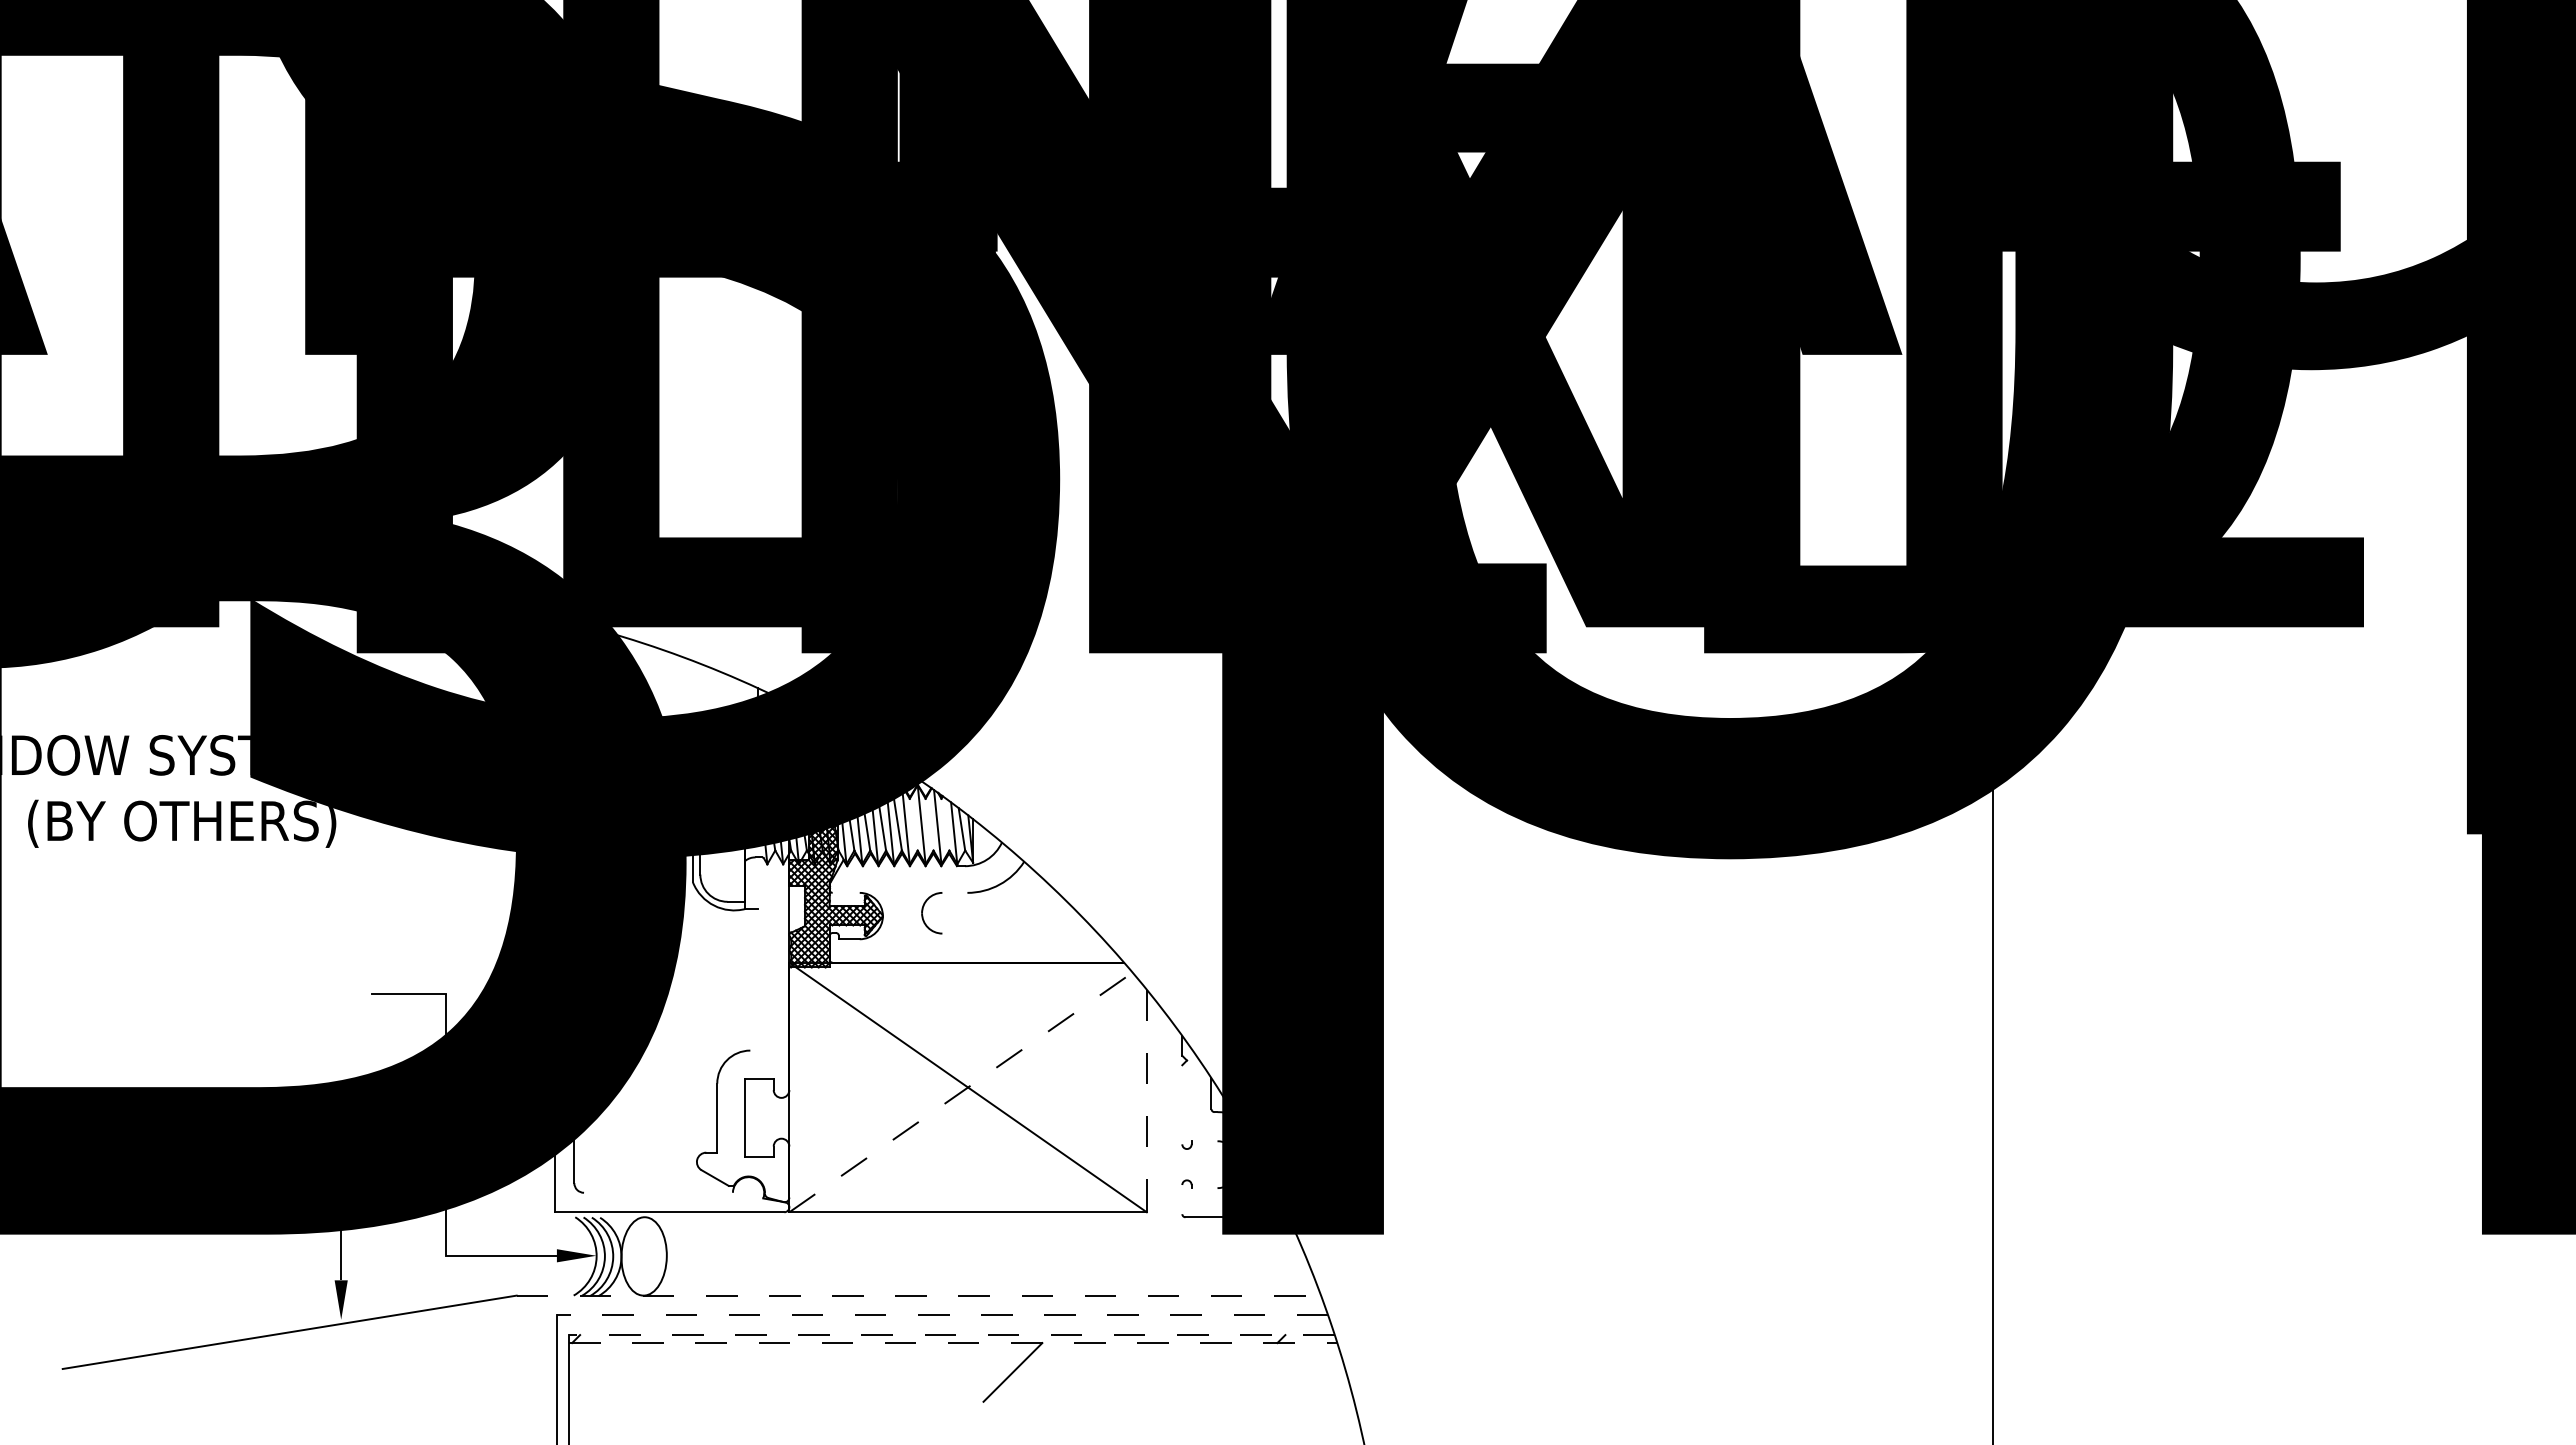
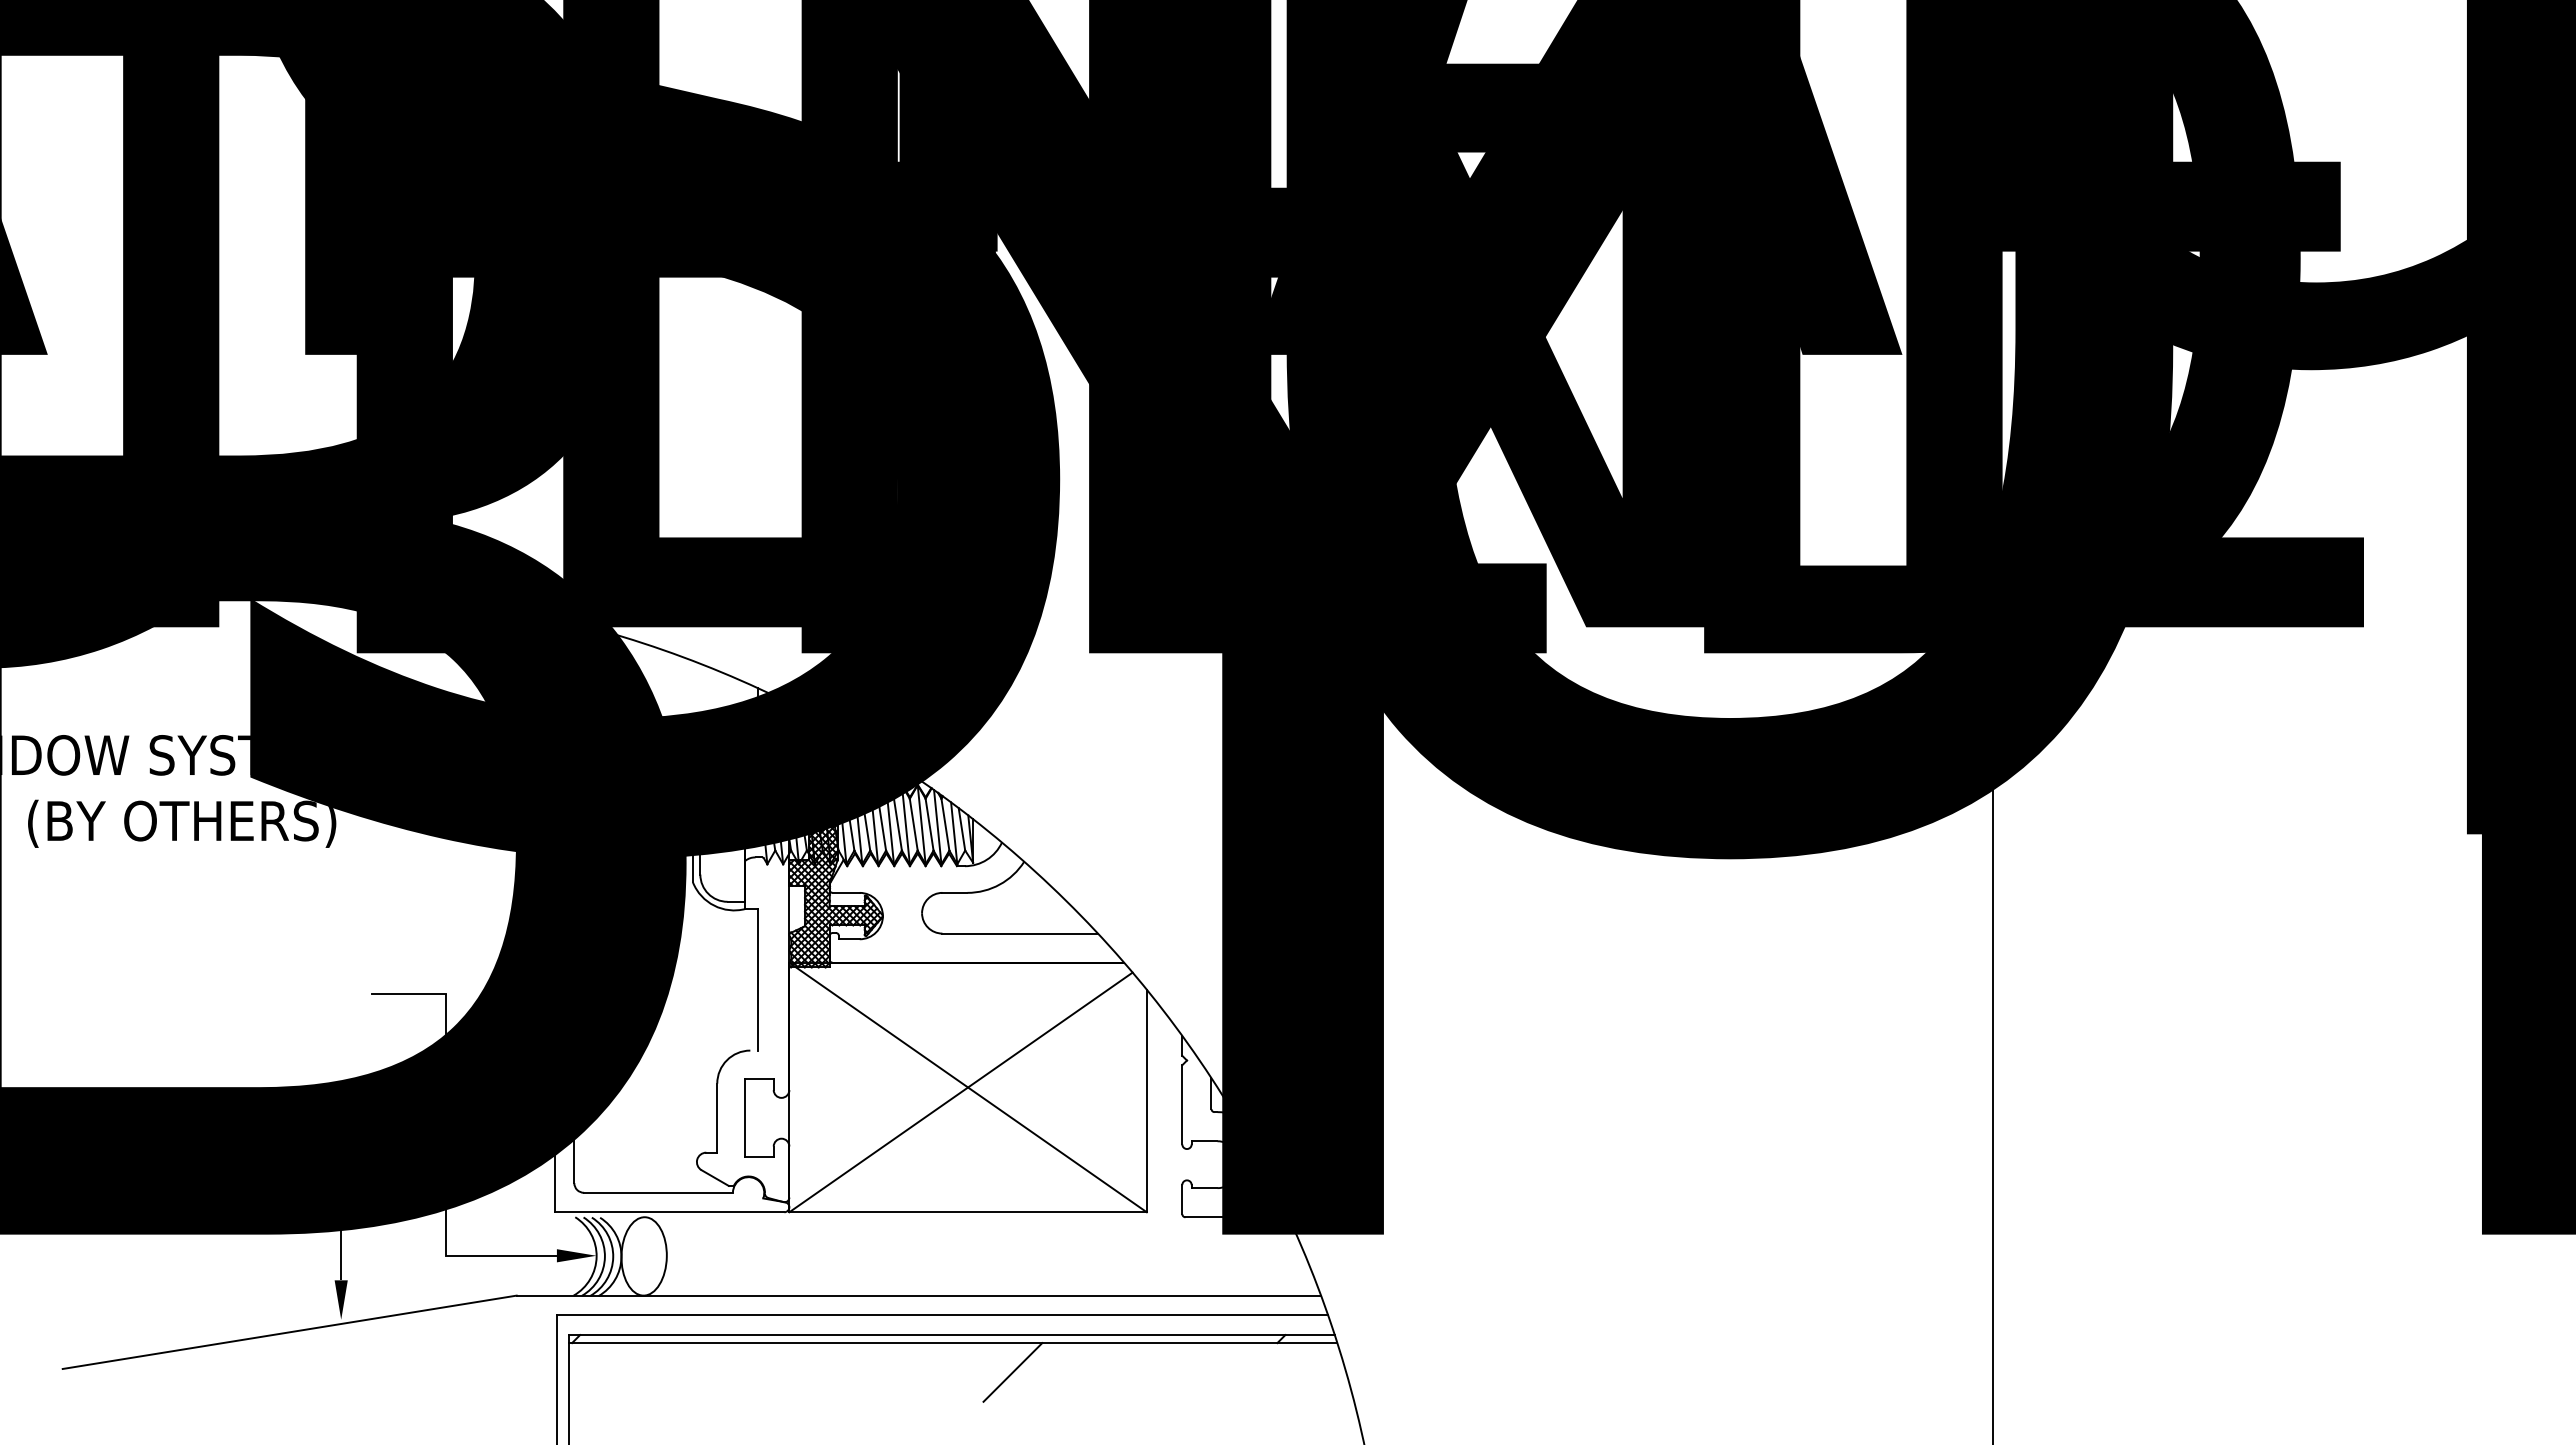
line at (913, 824): none -> present
line at (929, 824): none -> present
line at (945, 824): none -> present
line at (845, 892): none -> present
line at (954, 892): none -> present
line at (1019, 933): none -> present
line at (758, 979): none -> present
line at (961, 1092): dashed -> solid
line at (1146, 1101): dashed -> solid
line at (1182, 1104): none -> present
line at (1204, 1141): none -> present
line at (1204, 1188): none -> present
line at (658, 1192): none -> present
line at (1182, 1199): none -> present
line at (919, 1295): dashed -> solid
line at (942, 1315): dashed -> solid
line at (951, 1335): dashed -> solid
line at (953, 1343): dashed -> solid
